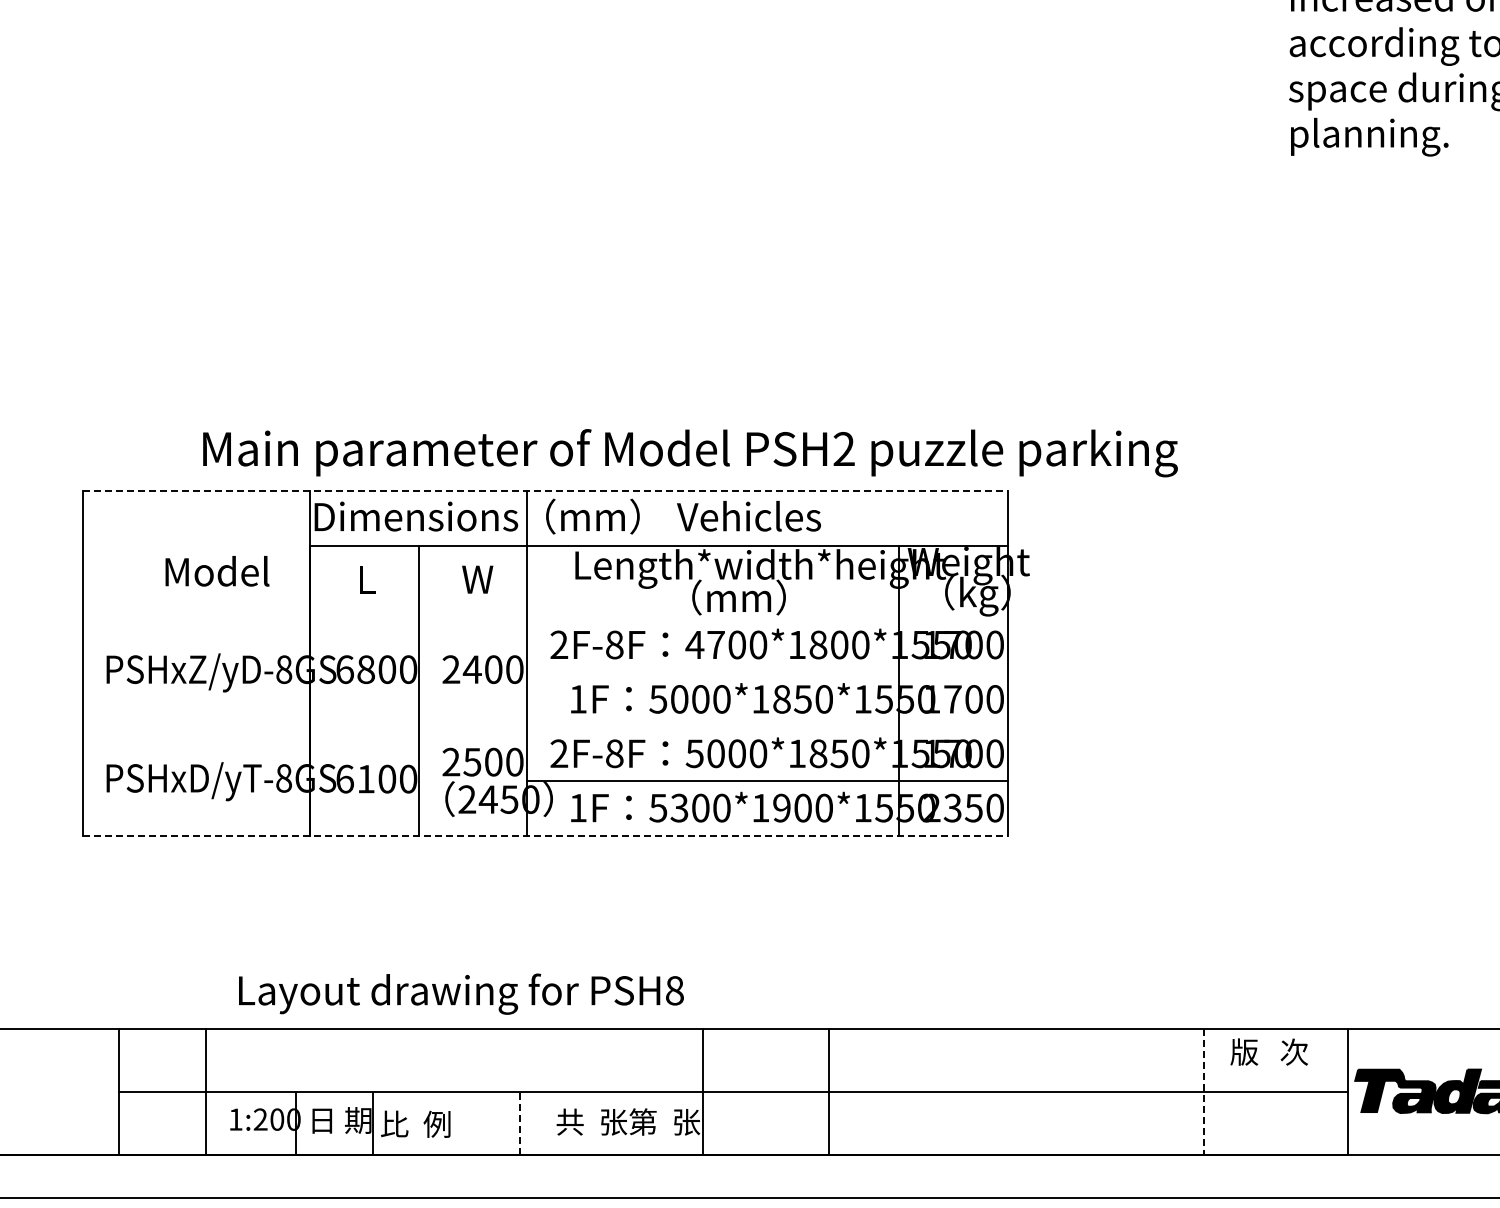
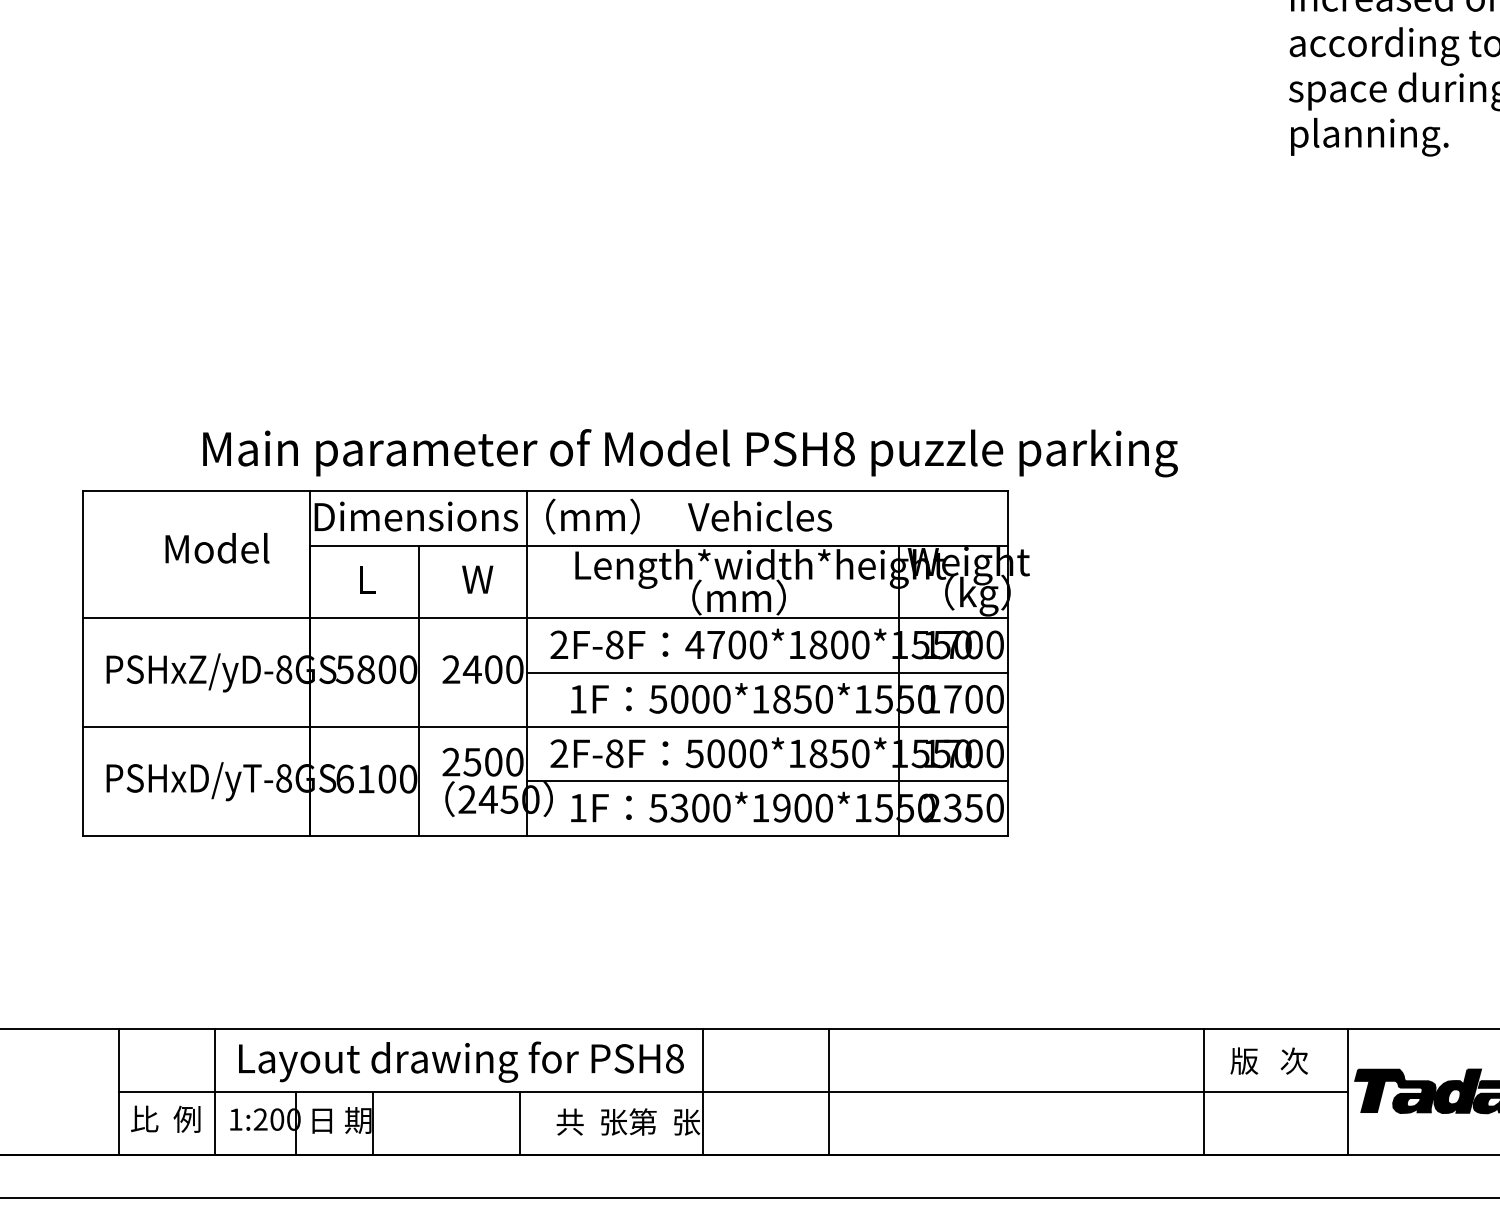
text at (843, 449): PSH2 -> PSH8
line at (545, 491): dashed -> solid
text at (748, 516) position: (748, 516) -> (759, 516)
text at (217, 571) position: (217, 571) -> (217, 548)
line at (545, 618): none -> present
text at (344, 669): 6800 -> 5800
line at (767, 672): none -> present
line at (545, 726): none -> present
line at (545, 835): dashed -> solid
text at (461, 993) position: (461, 993) -> (461, 1061)
text at (1268, 1051) position: (1268, 1051) -> (1268, 1060)
line at (206, 1091) position: (206, 1091) -> (215, 1091)
line at (1203, 1092): dashed -> solid
text at (415, 1123) position: (415, 1123) -> (165, 1118)
line at (519, 1123): dashed -> solid
